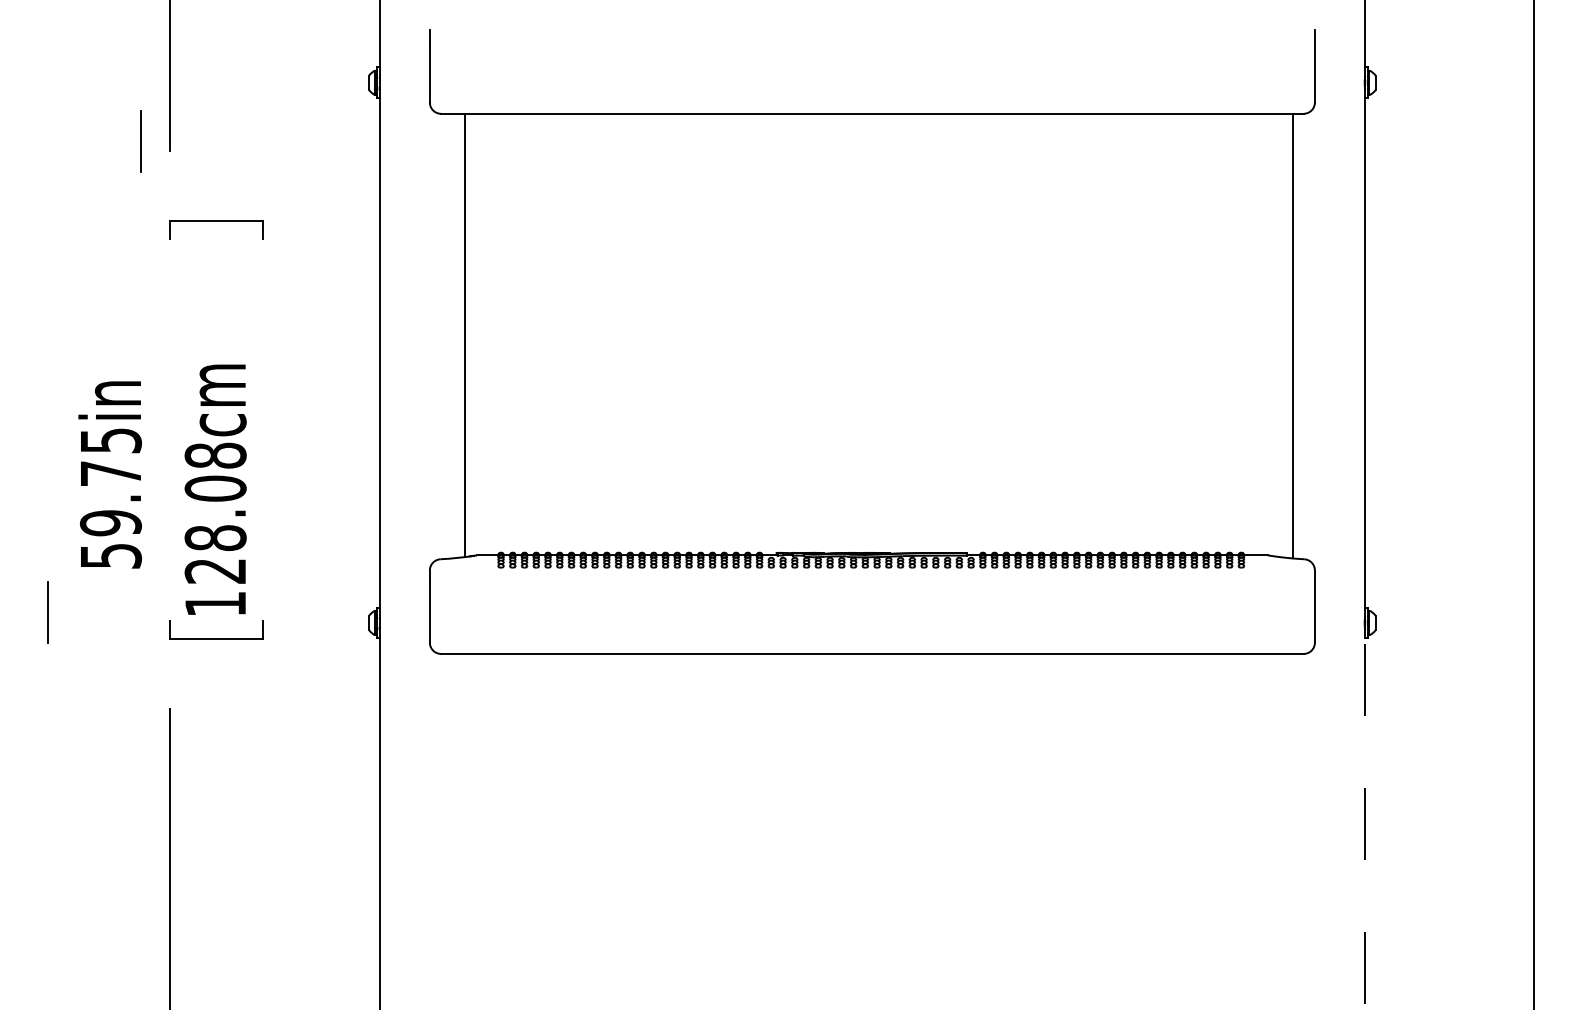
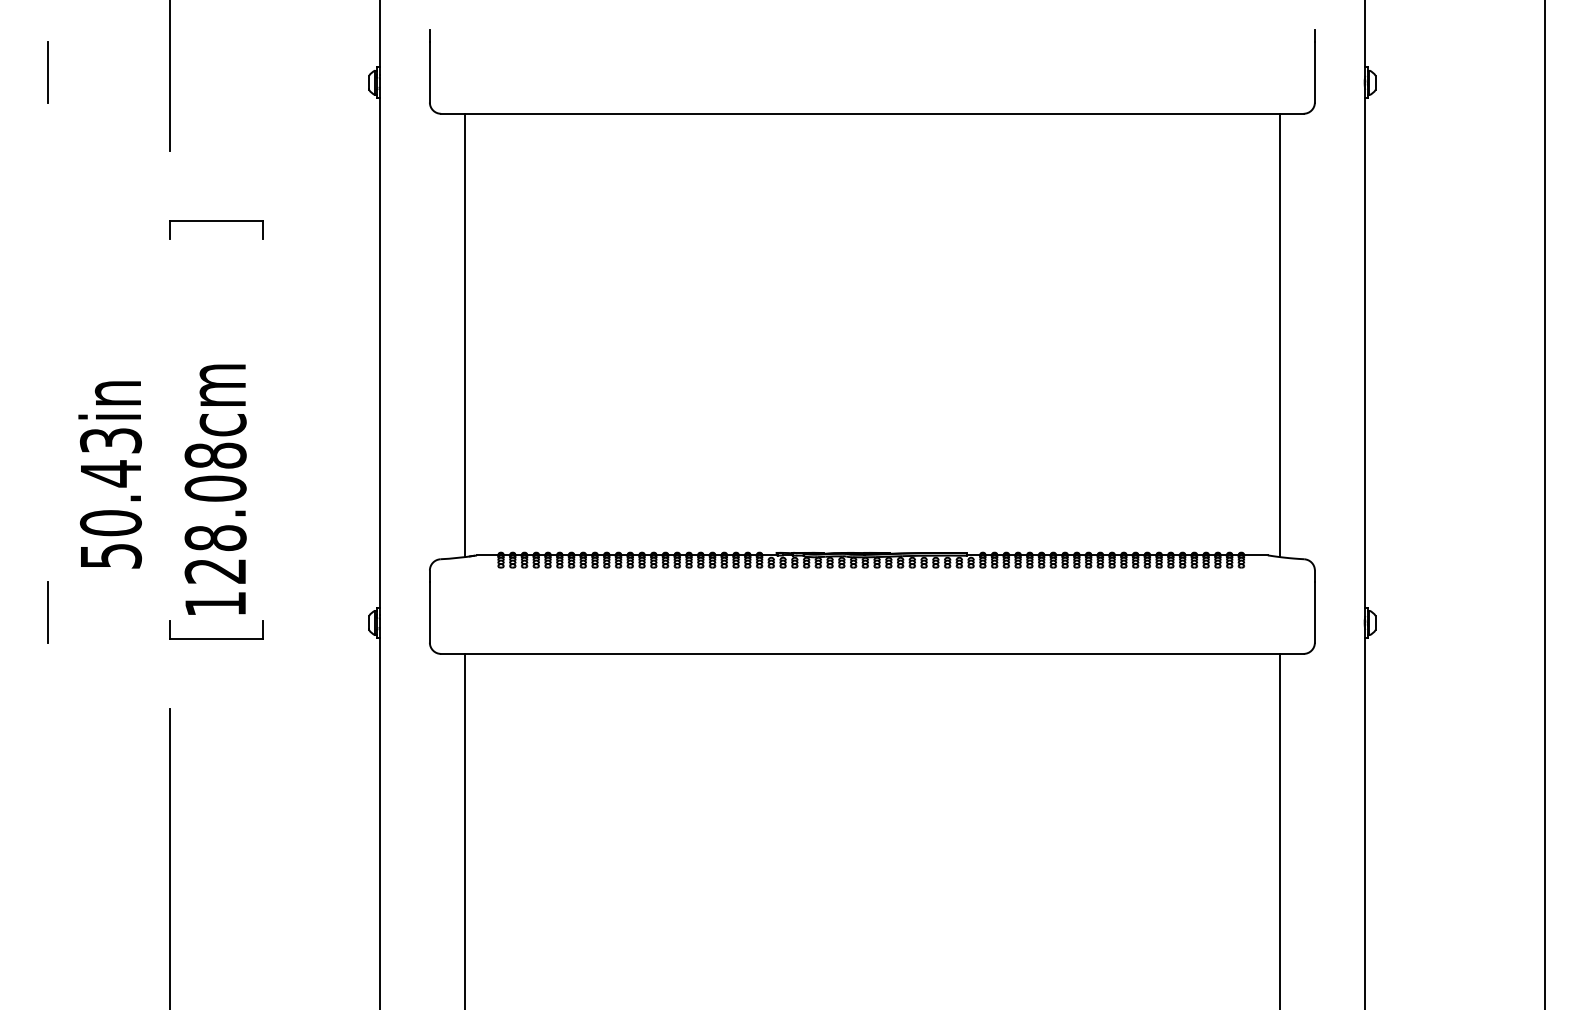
line at (140, 141) position: (140, 141) -> (47, 72)
line at (1292, 335) position: (1292, 335) -> (1279, 335)
text at (110, 482): 59.75in -> 50.43in
line at (1534, 504) position: (1534, 504) -> (1545, 504)
line at (1365, 824): dashed -> solid
line at (465, 829): none -> present
line at (1279, 829): none -> present
